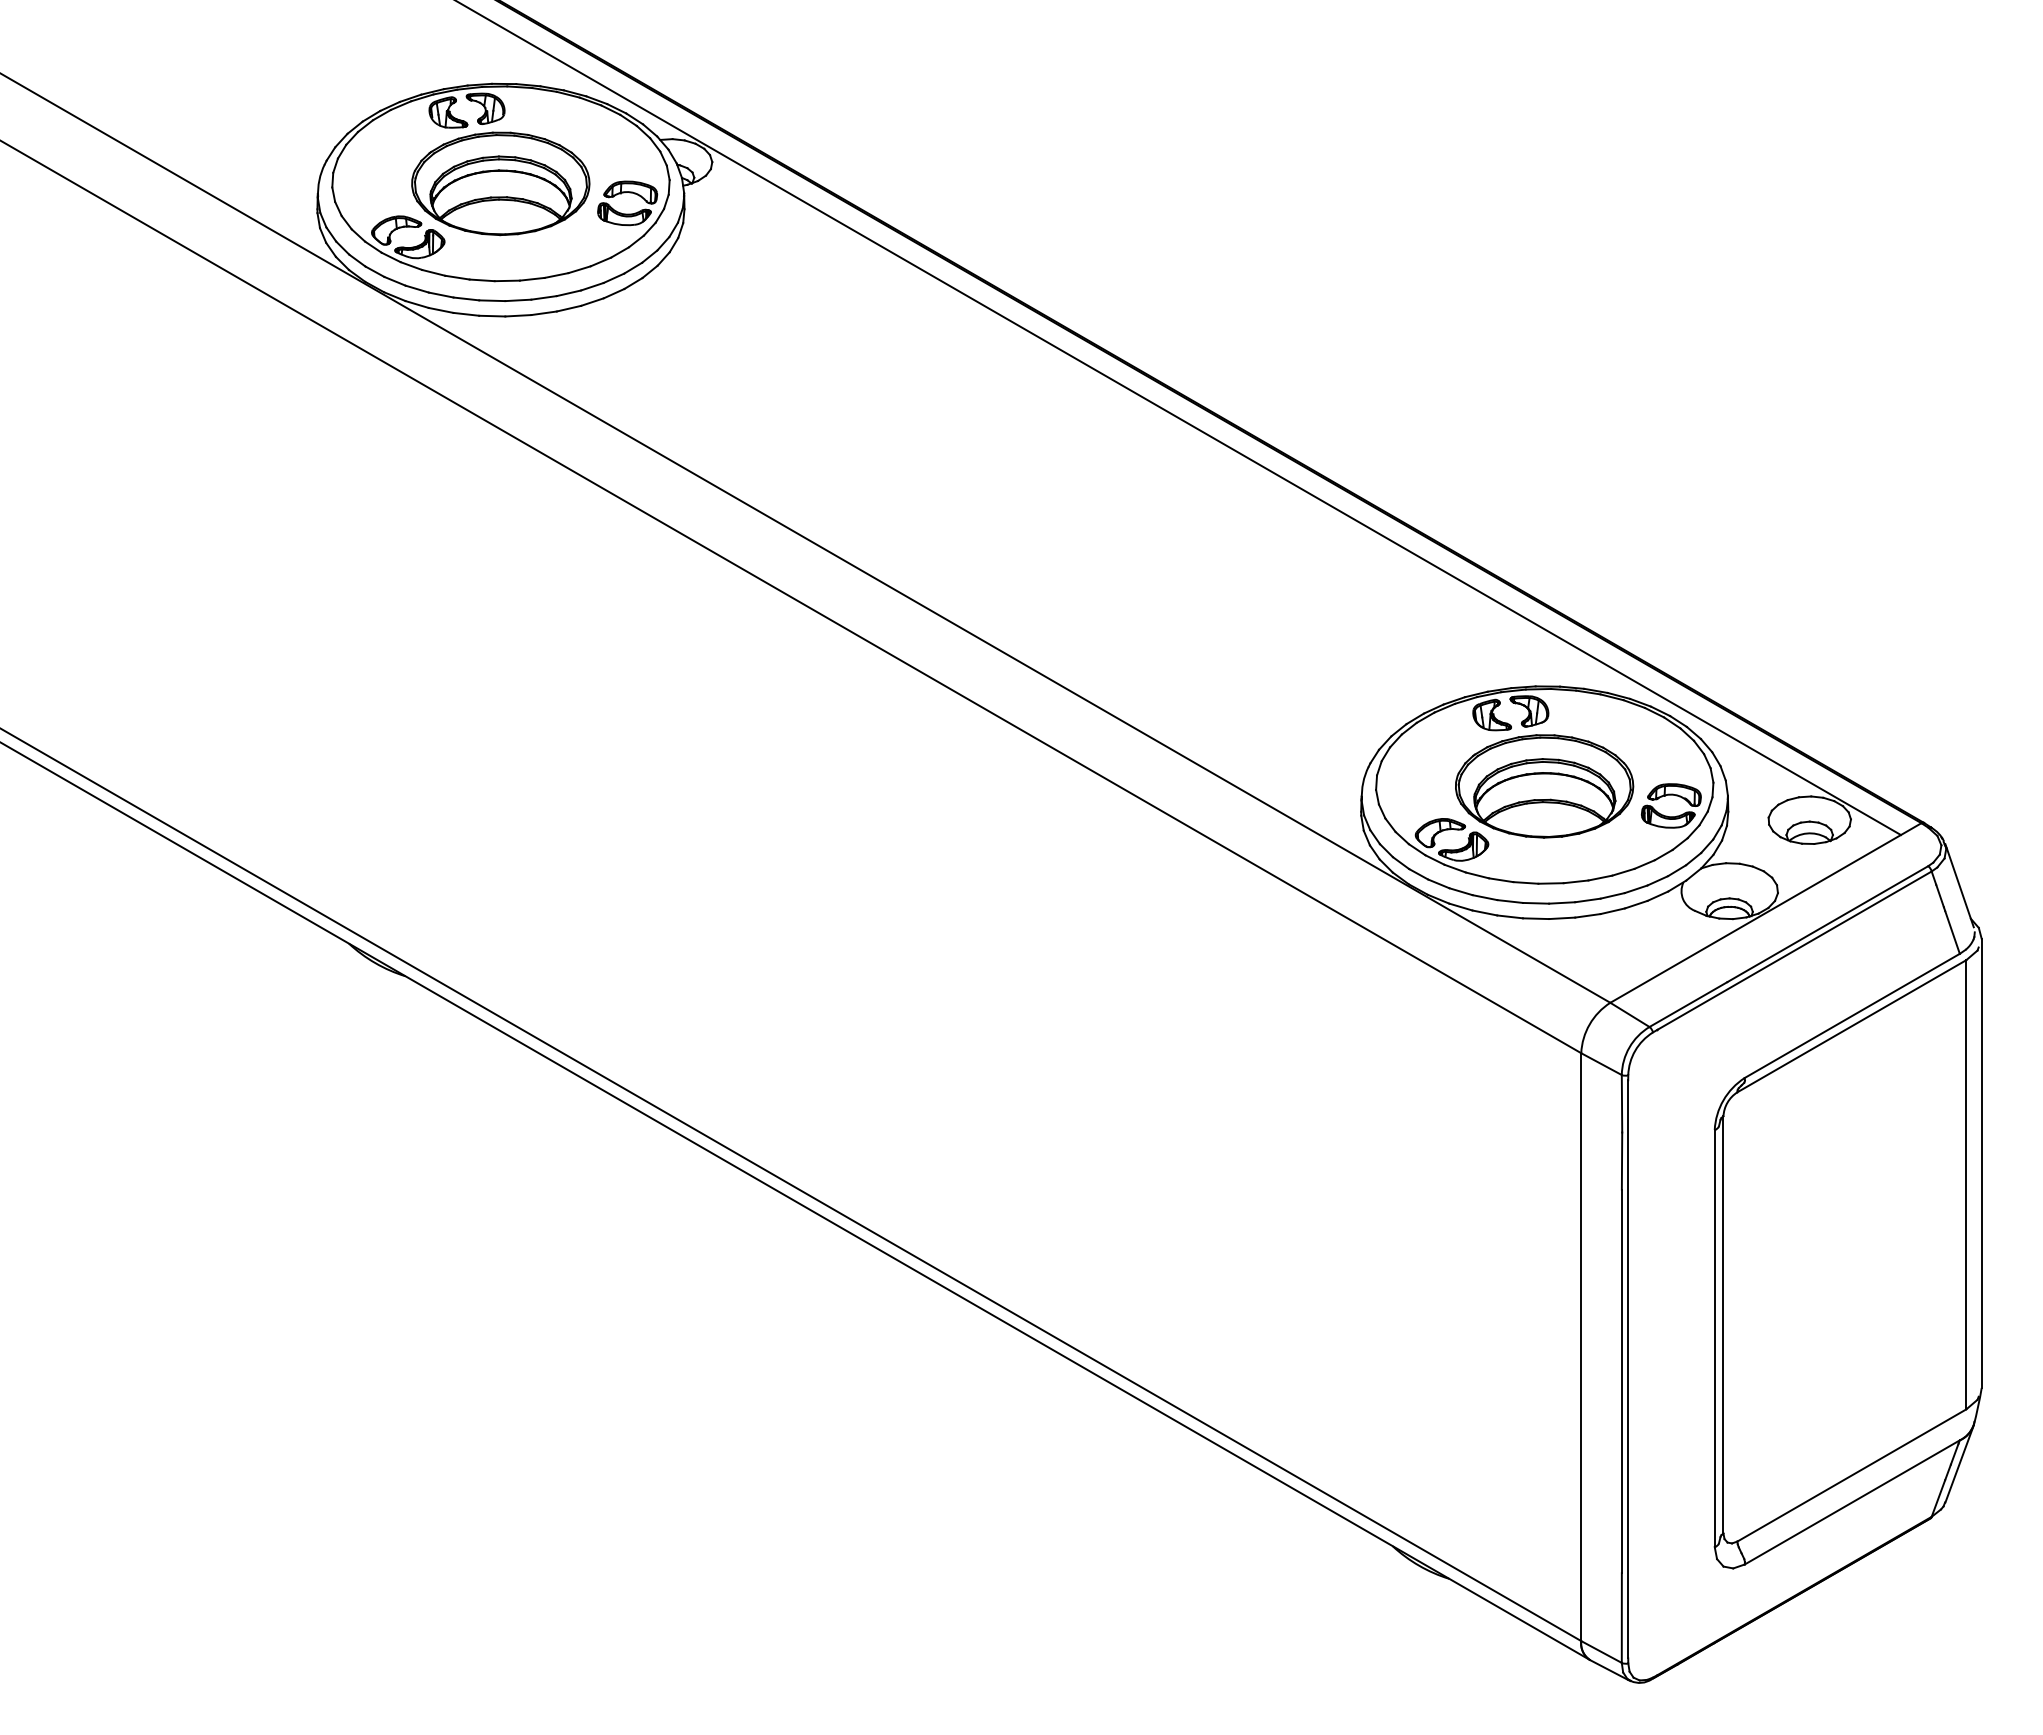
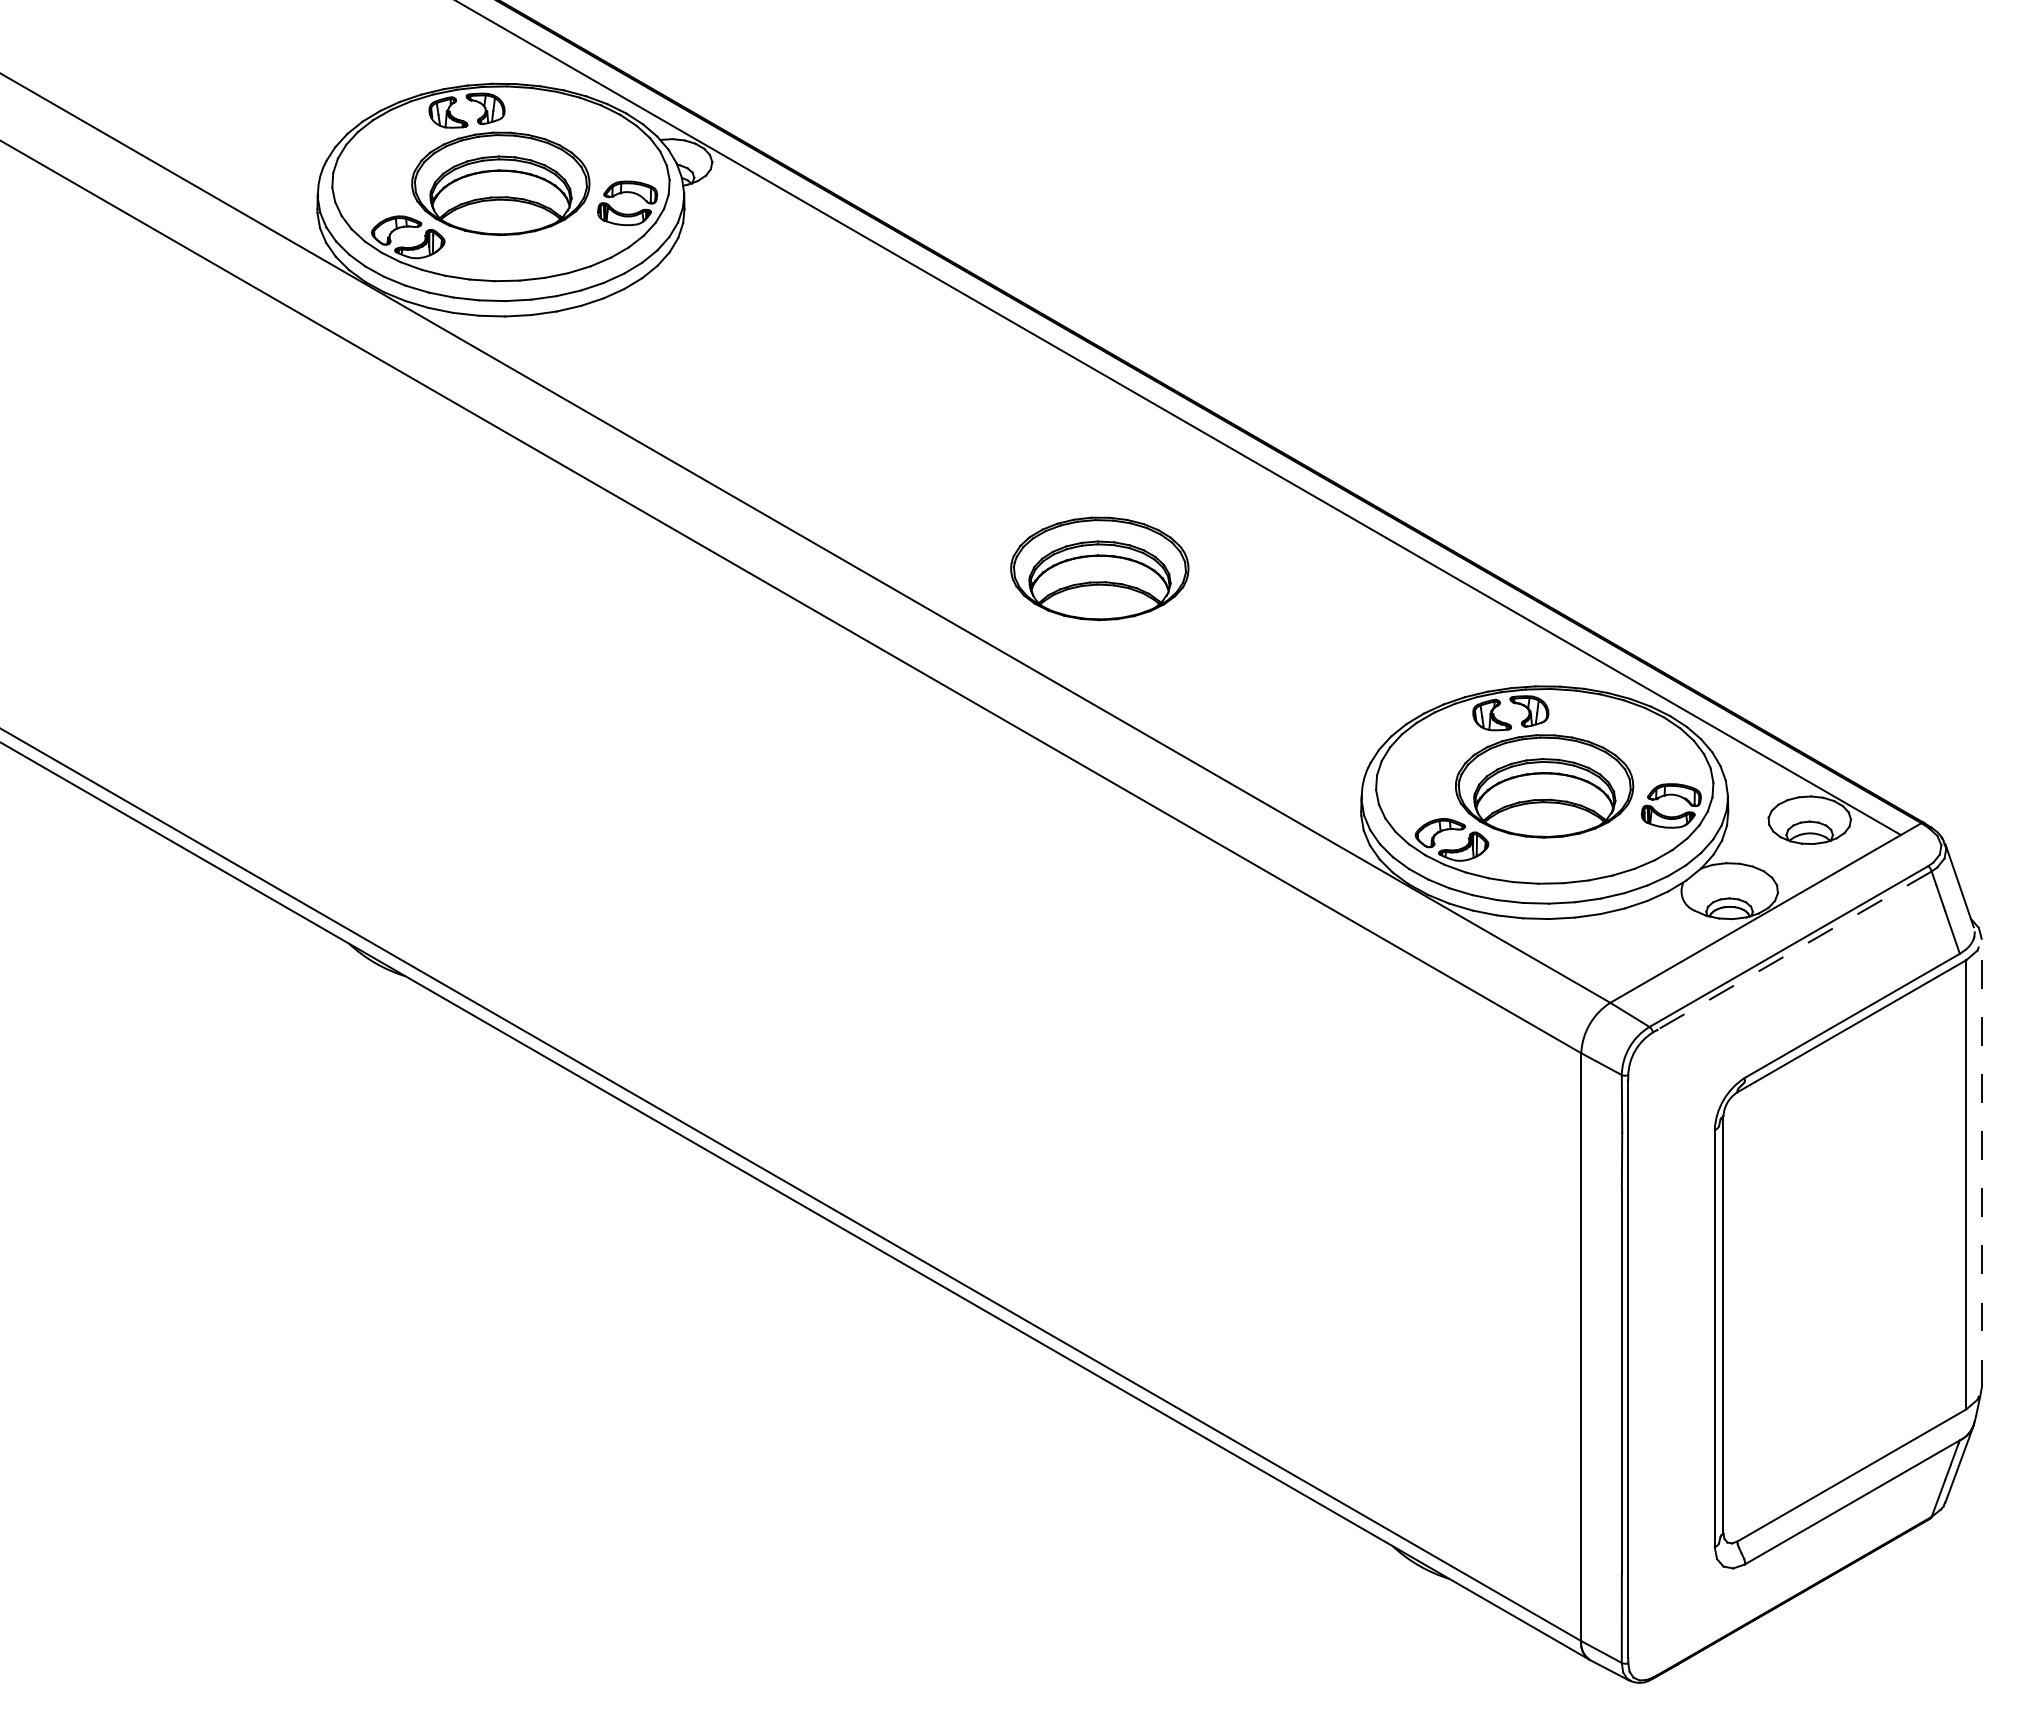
part at (1099, 568): none -> present
line at (1794, 950): solid -> dashed
line at (1981, 1163): solid -> dashed
